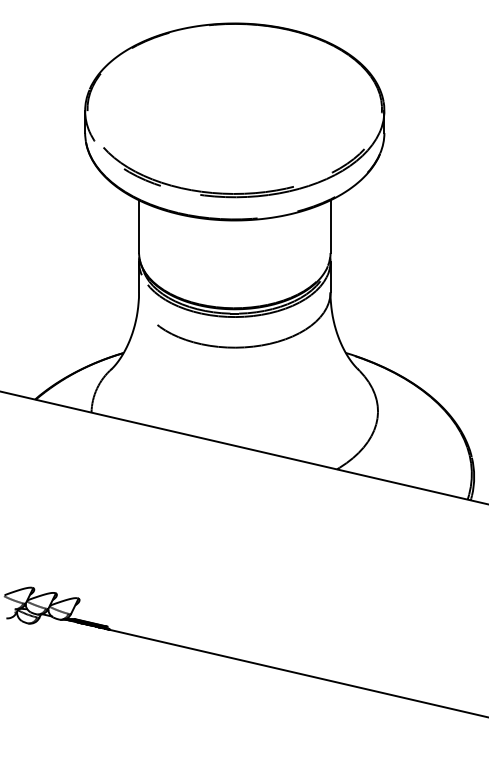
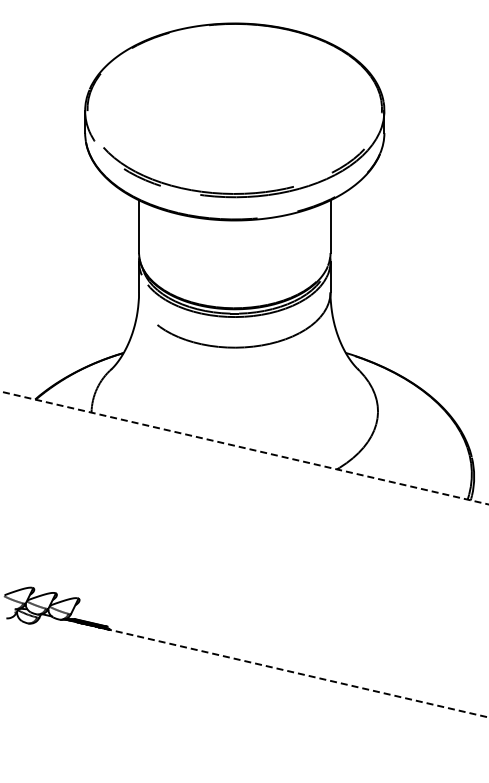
line at (243, 447): solid -> dashed
line at (296, 673): solid -> dashed
